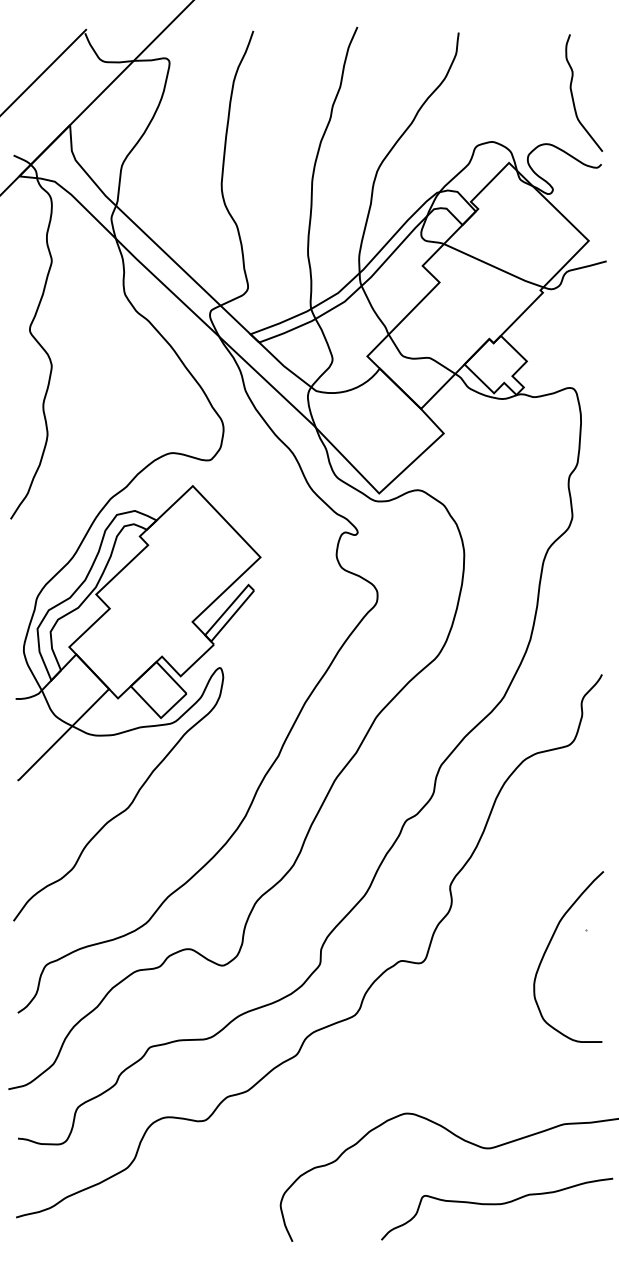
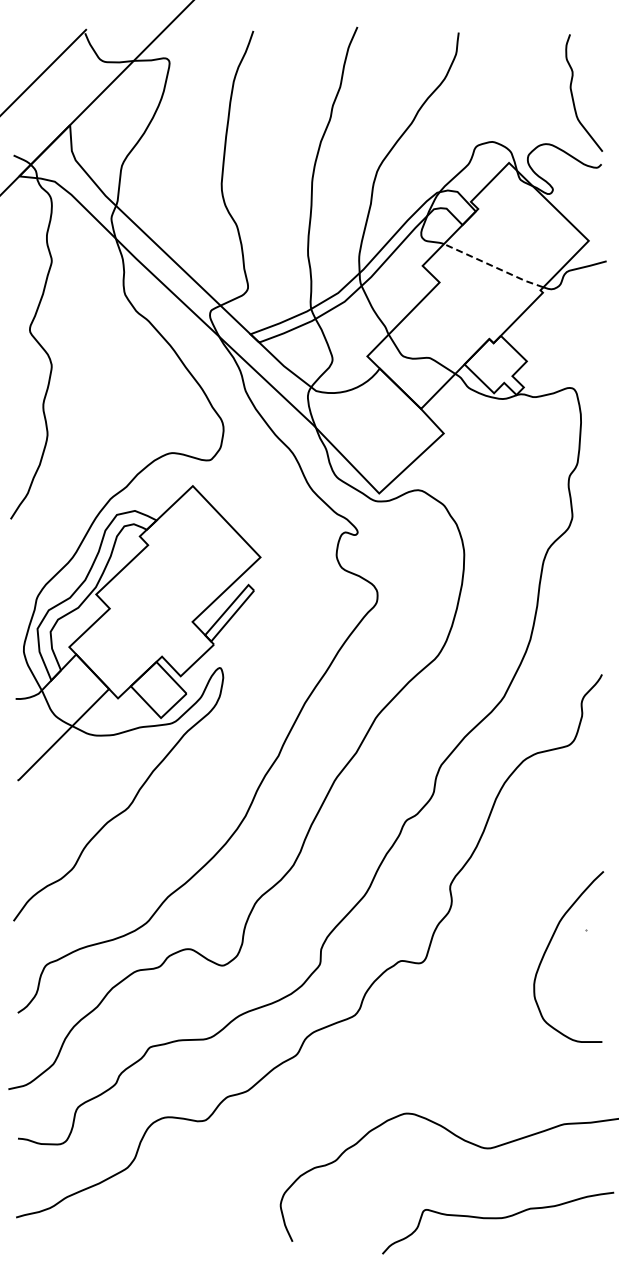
line at (493, 266): solid -> dashed
curve at (497, 1205) position: (497, 1205) -> (498, 1219)
